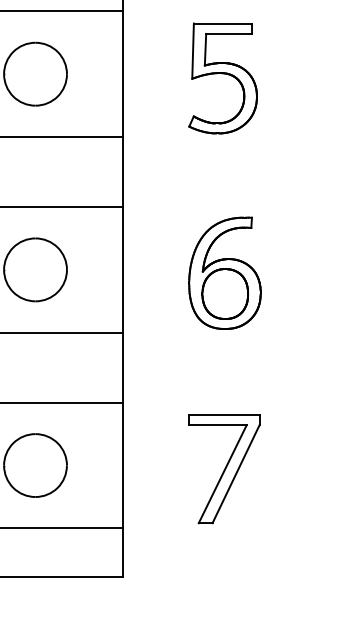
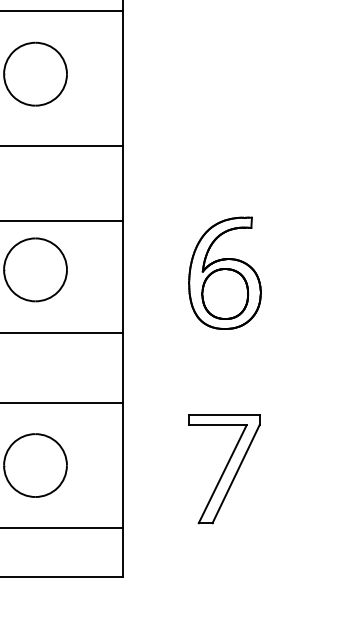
part at (222, 78): present -> none
line at (62, 137) position: (62, 137) -> (62, 146)
line at (62, 207) position: (62, 207) -> (62, 221)
